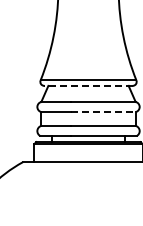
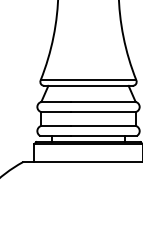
line at (88, 85): dashed -> solid
line at (103, 111): dashed -> solid
